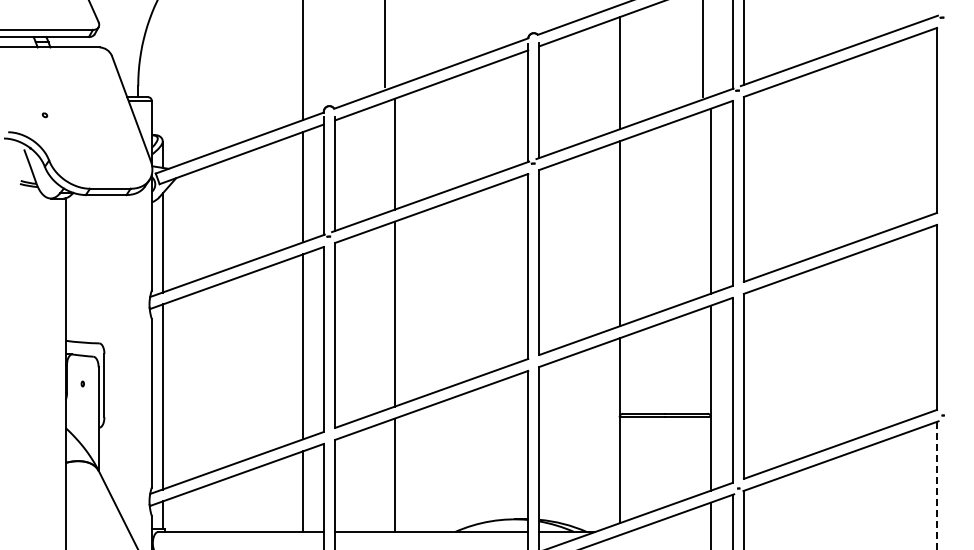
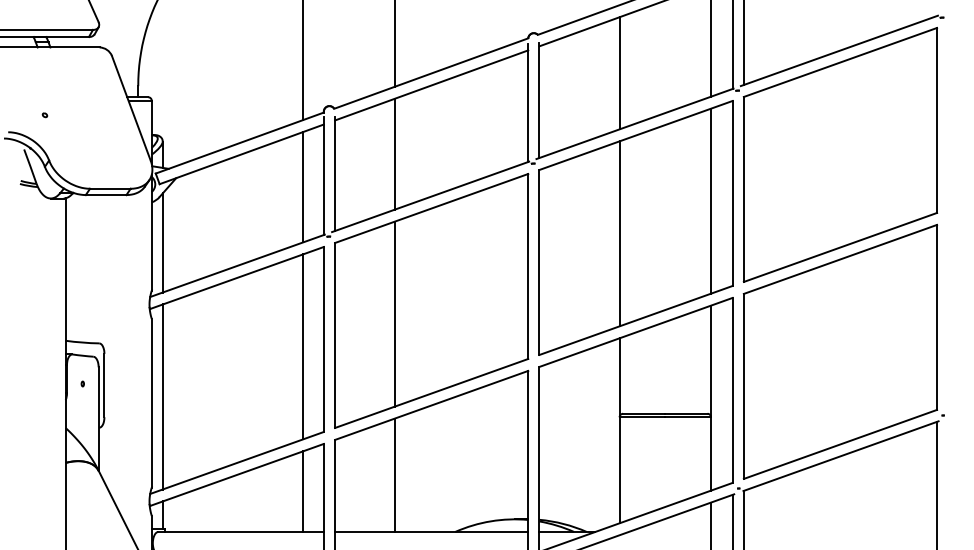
line at (384, 44) position: (384, 44) -> (394, 44)
line at (703, 49) position: (703, 49) -> (711, 49)
line at (937, 485): dashed -> solid
